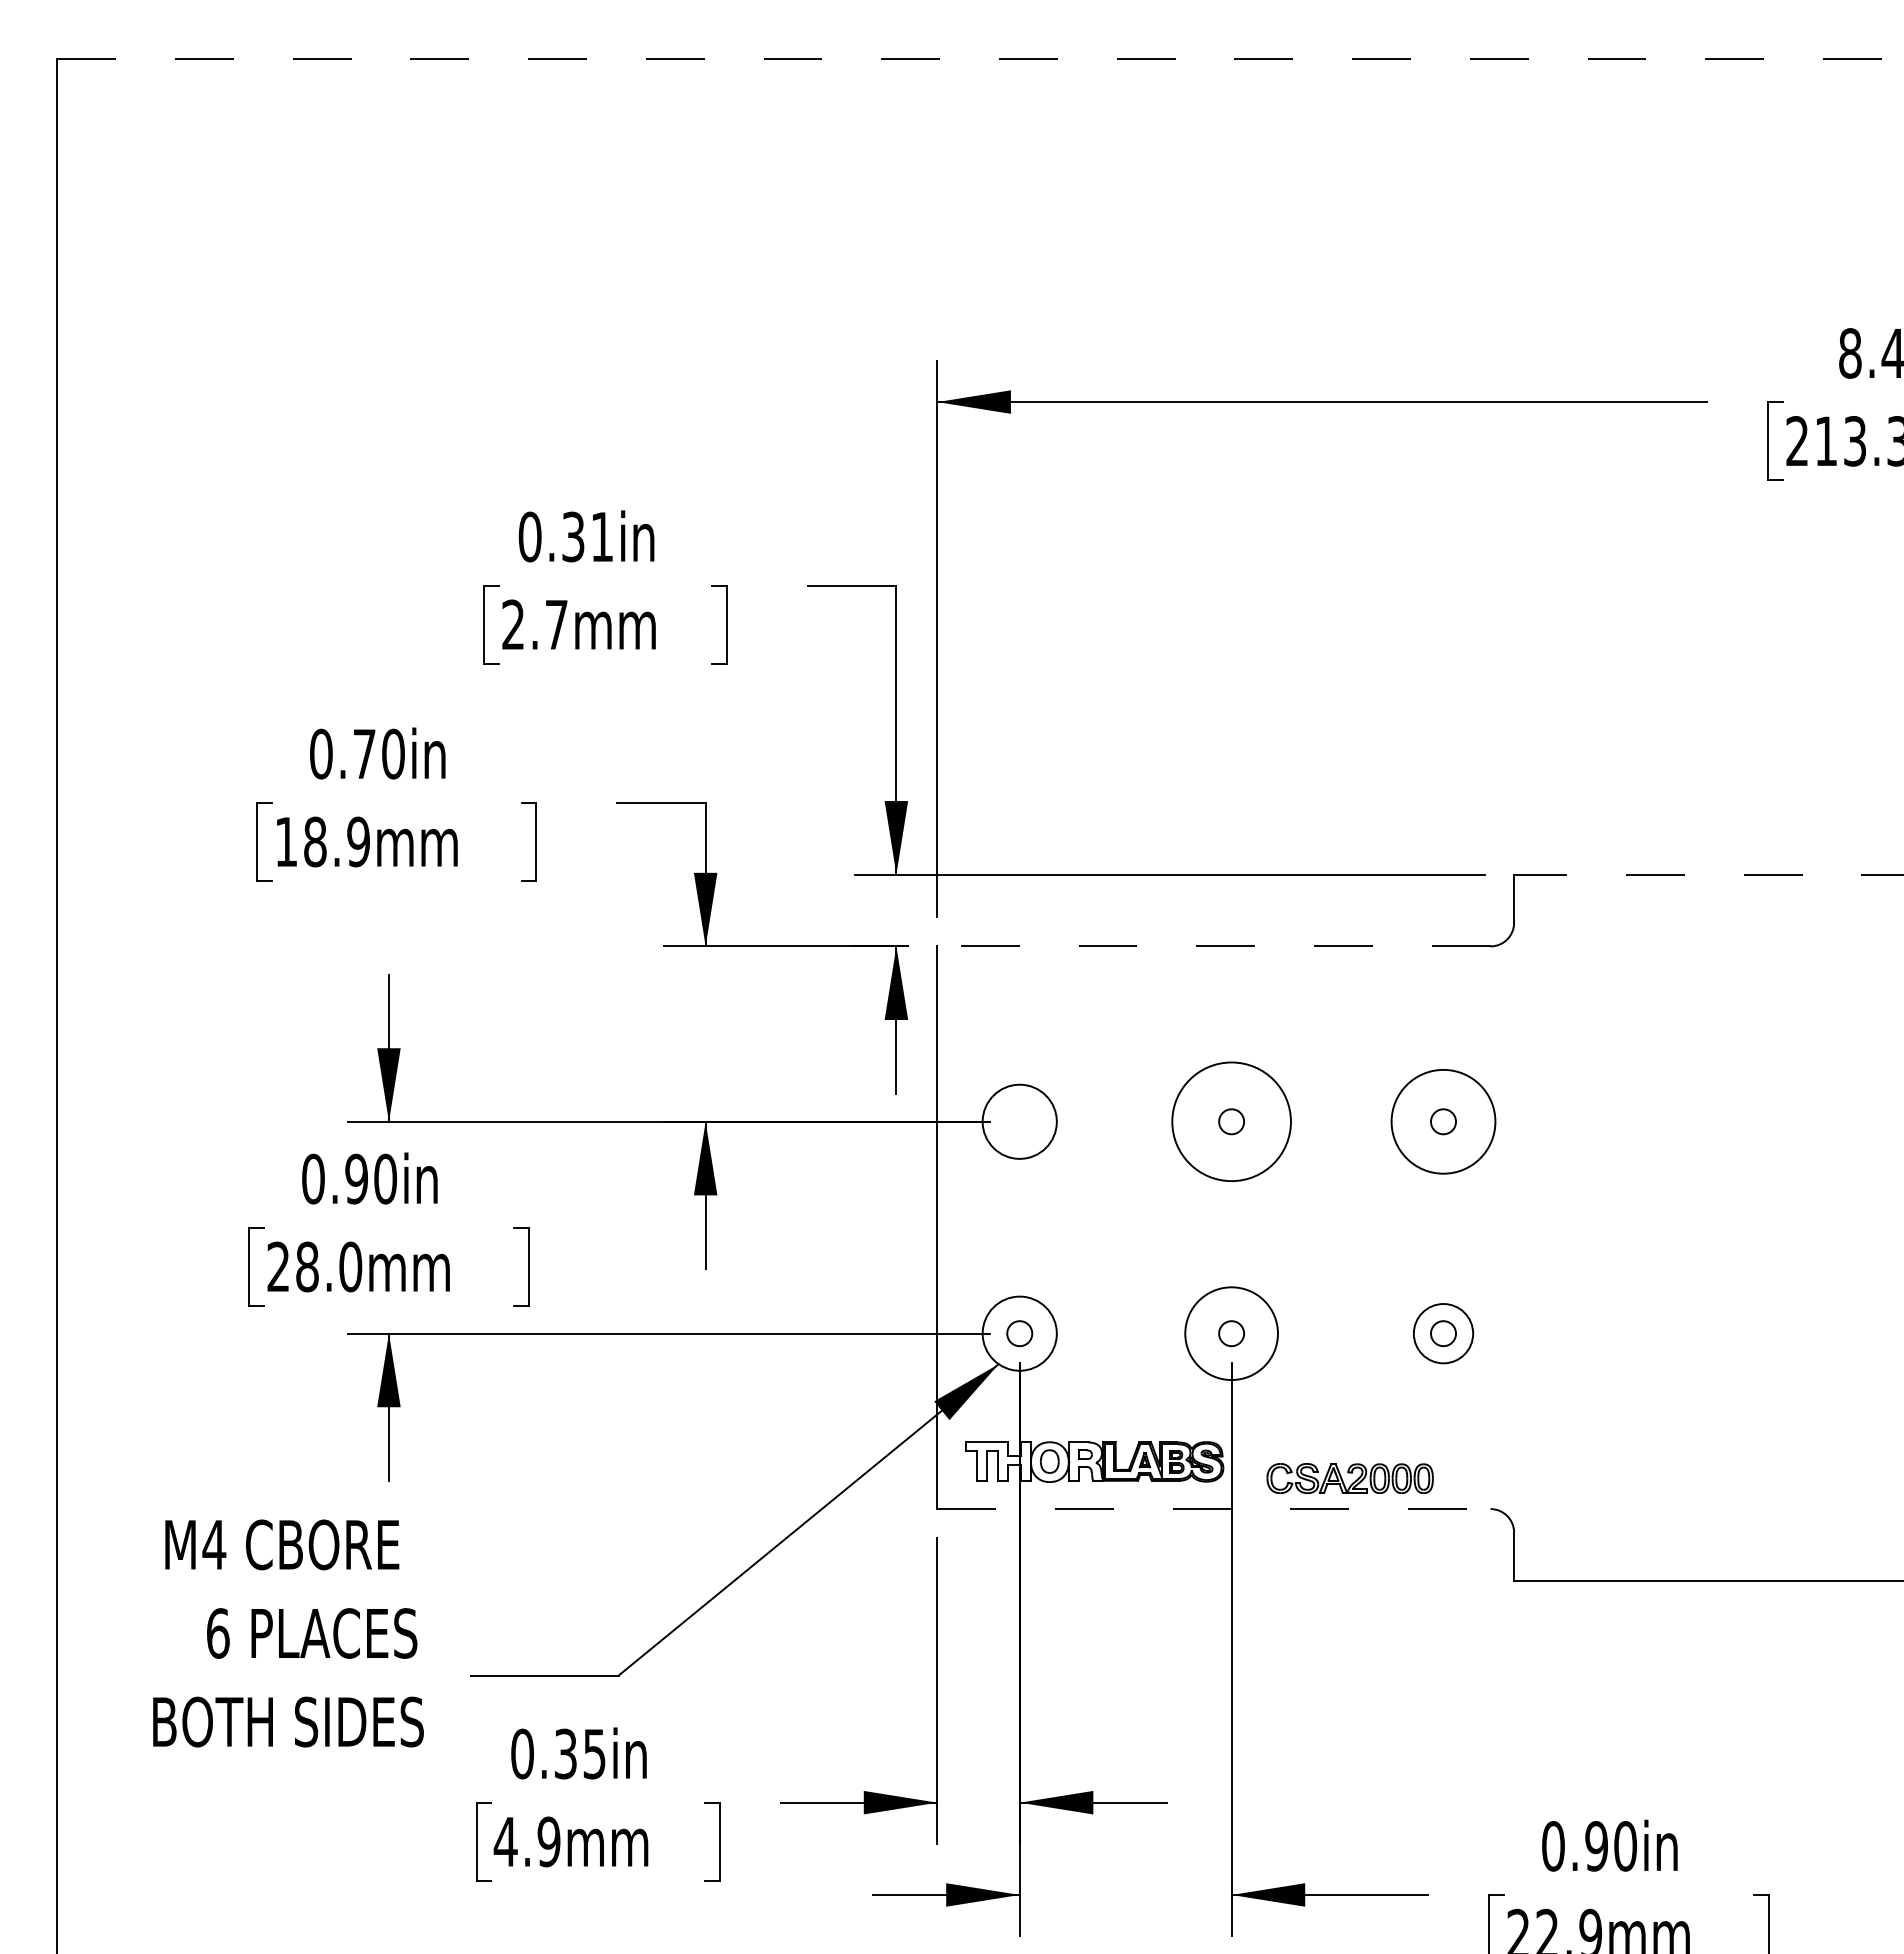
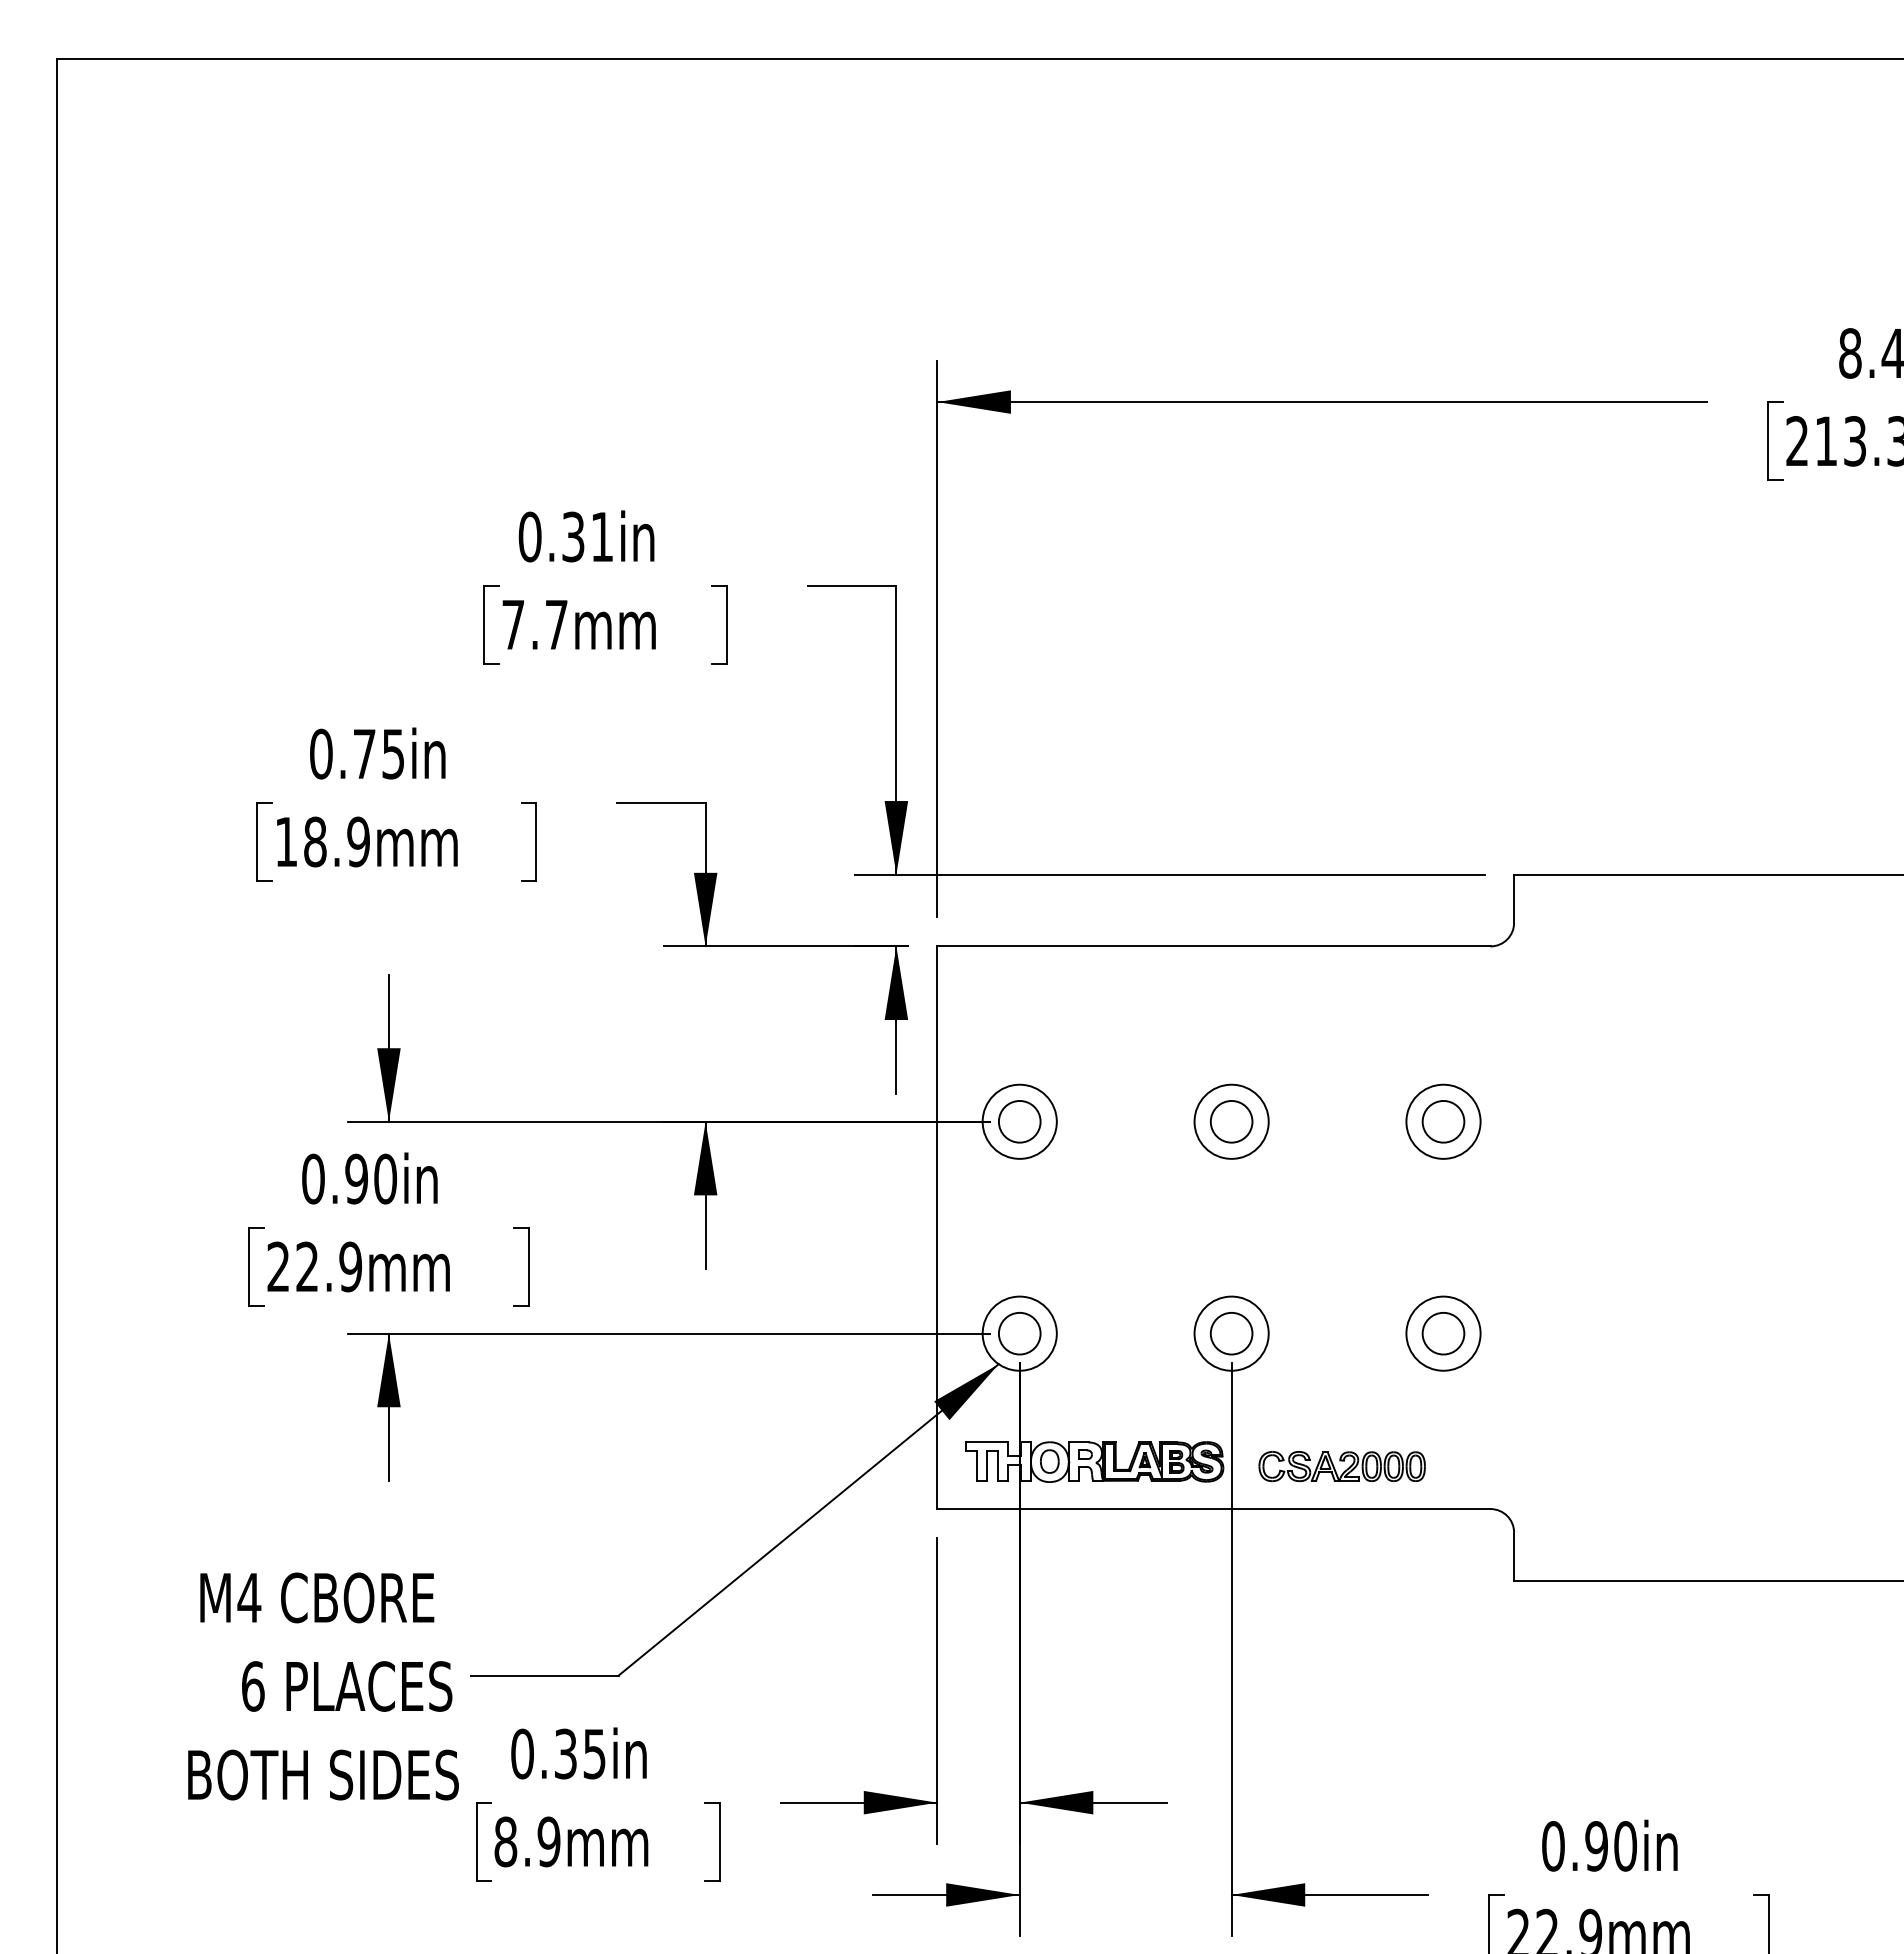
line at (980, 58): dashed -> solid
text at (512, 624): 2.7mm -> 7.7mm
text at (393, 753): 0.70in -> 0.75in
line at (1709, 874): dashed -> solid
line at (1213, 946): dashed -> solid
circle at (1019, 1121): none -> present
circle at (1231, 1121) diameter: 119 px -> 74 px
circle at (1231, 1121) diameter: 25 px -> 42 px
circle at (1443, 1121) diameter: 104 px -> 74 px
circle at (1443, 1121) diameter: 25 px -> 42 px
text at (329, 1266): 28.0mm -> 22.9mm
circle at (1019, 1333) diameter: 25 px -> 42 px
circle at (1231, 1333) diameter: 25 px -> 42 px
circle at (1231, 1333) diameter: 93 px -> 74 px
circle at (1443, 1333) diameter: 25 px -> 42 px
circle at (1443, 1333) diameter: 59 px -> 74 px
part at (1349, 1478) position: (1349, 1478) -> (1341, 1466)
line at (1213, 1509): dashed -> solid
text at (288, 1633) position: (288, 1633) -> (323, 1686)
text at (505, 1841): 4.9mm -> 8.9mm
